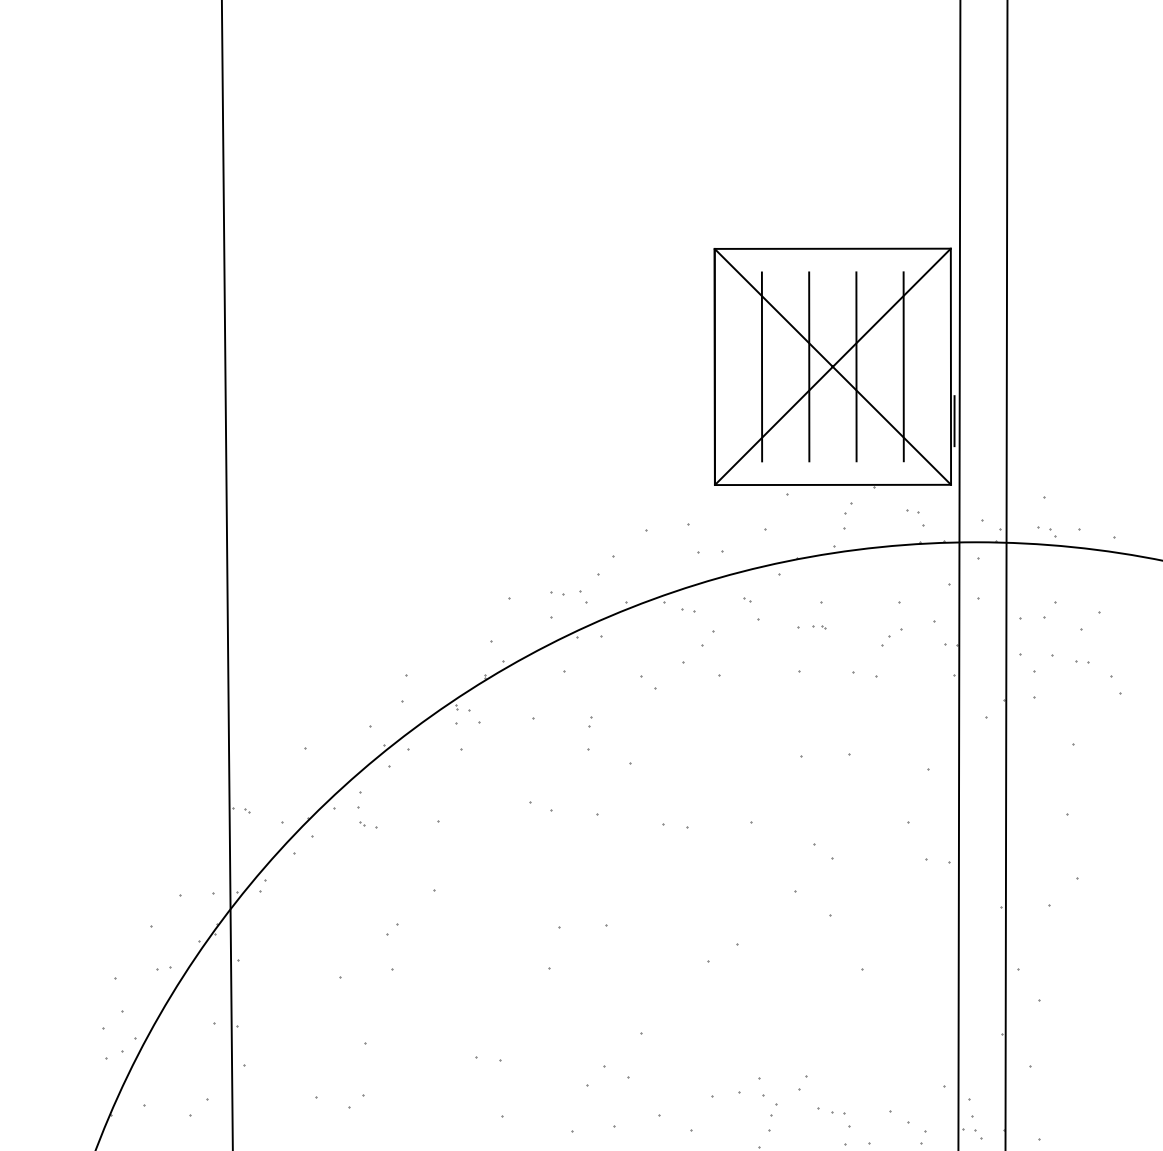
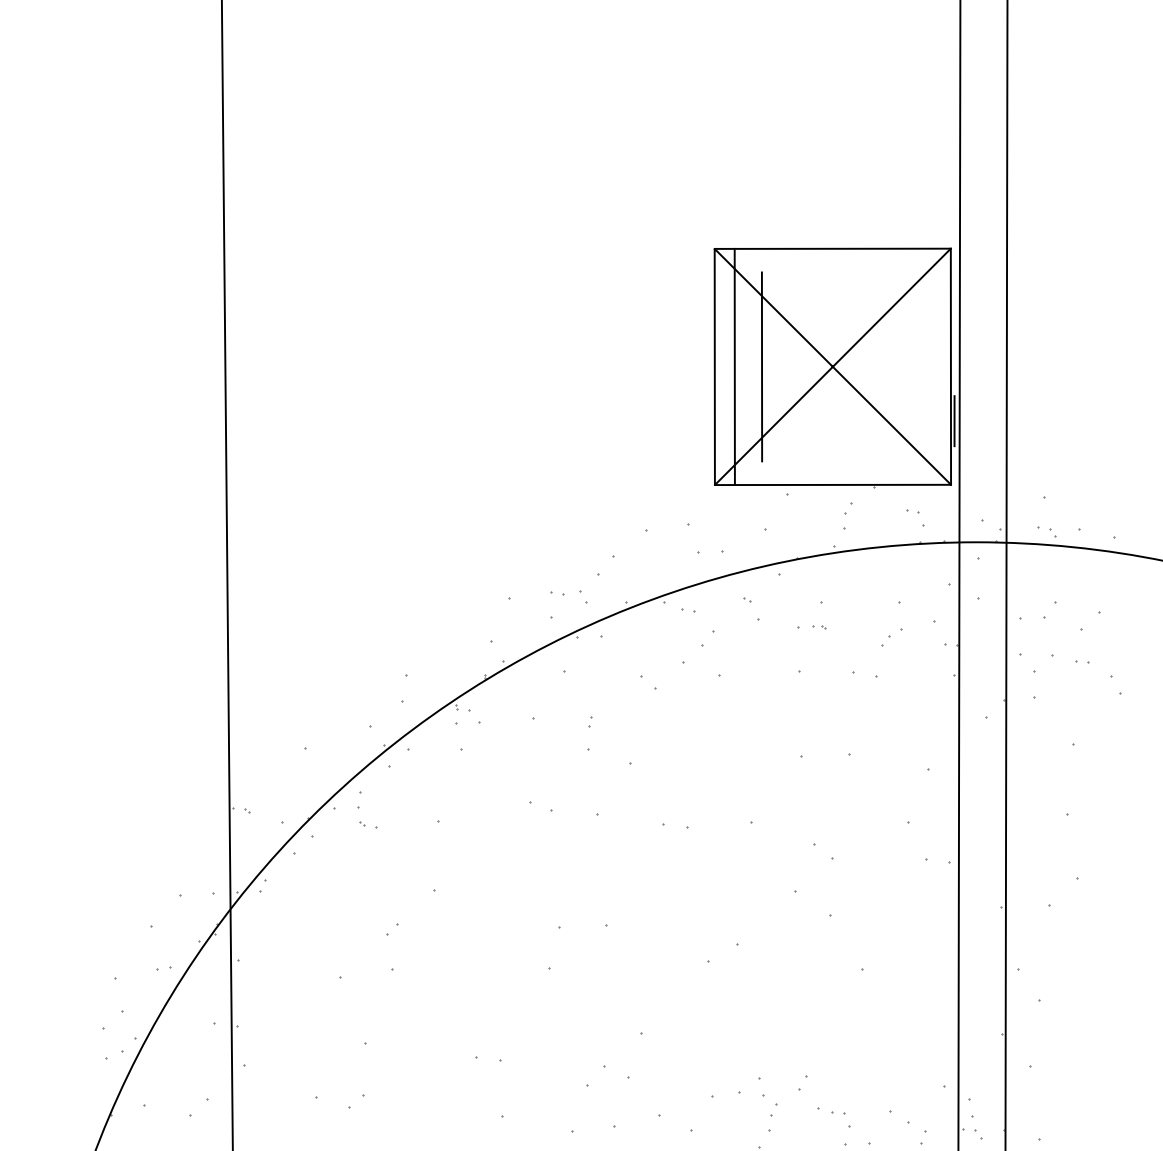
line at (714, 366) position: (714, 366) -> (734, 366)
line at (809, 366): present -> none
line at (856, 366): present -> none
line at (903, 366): present -> none
